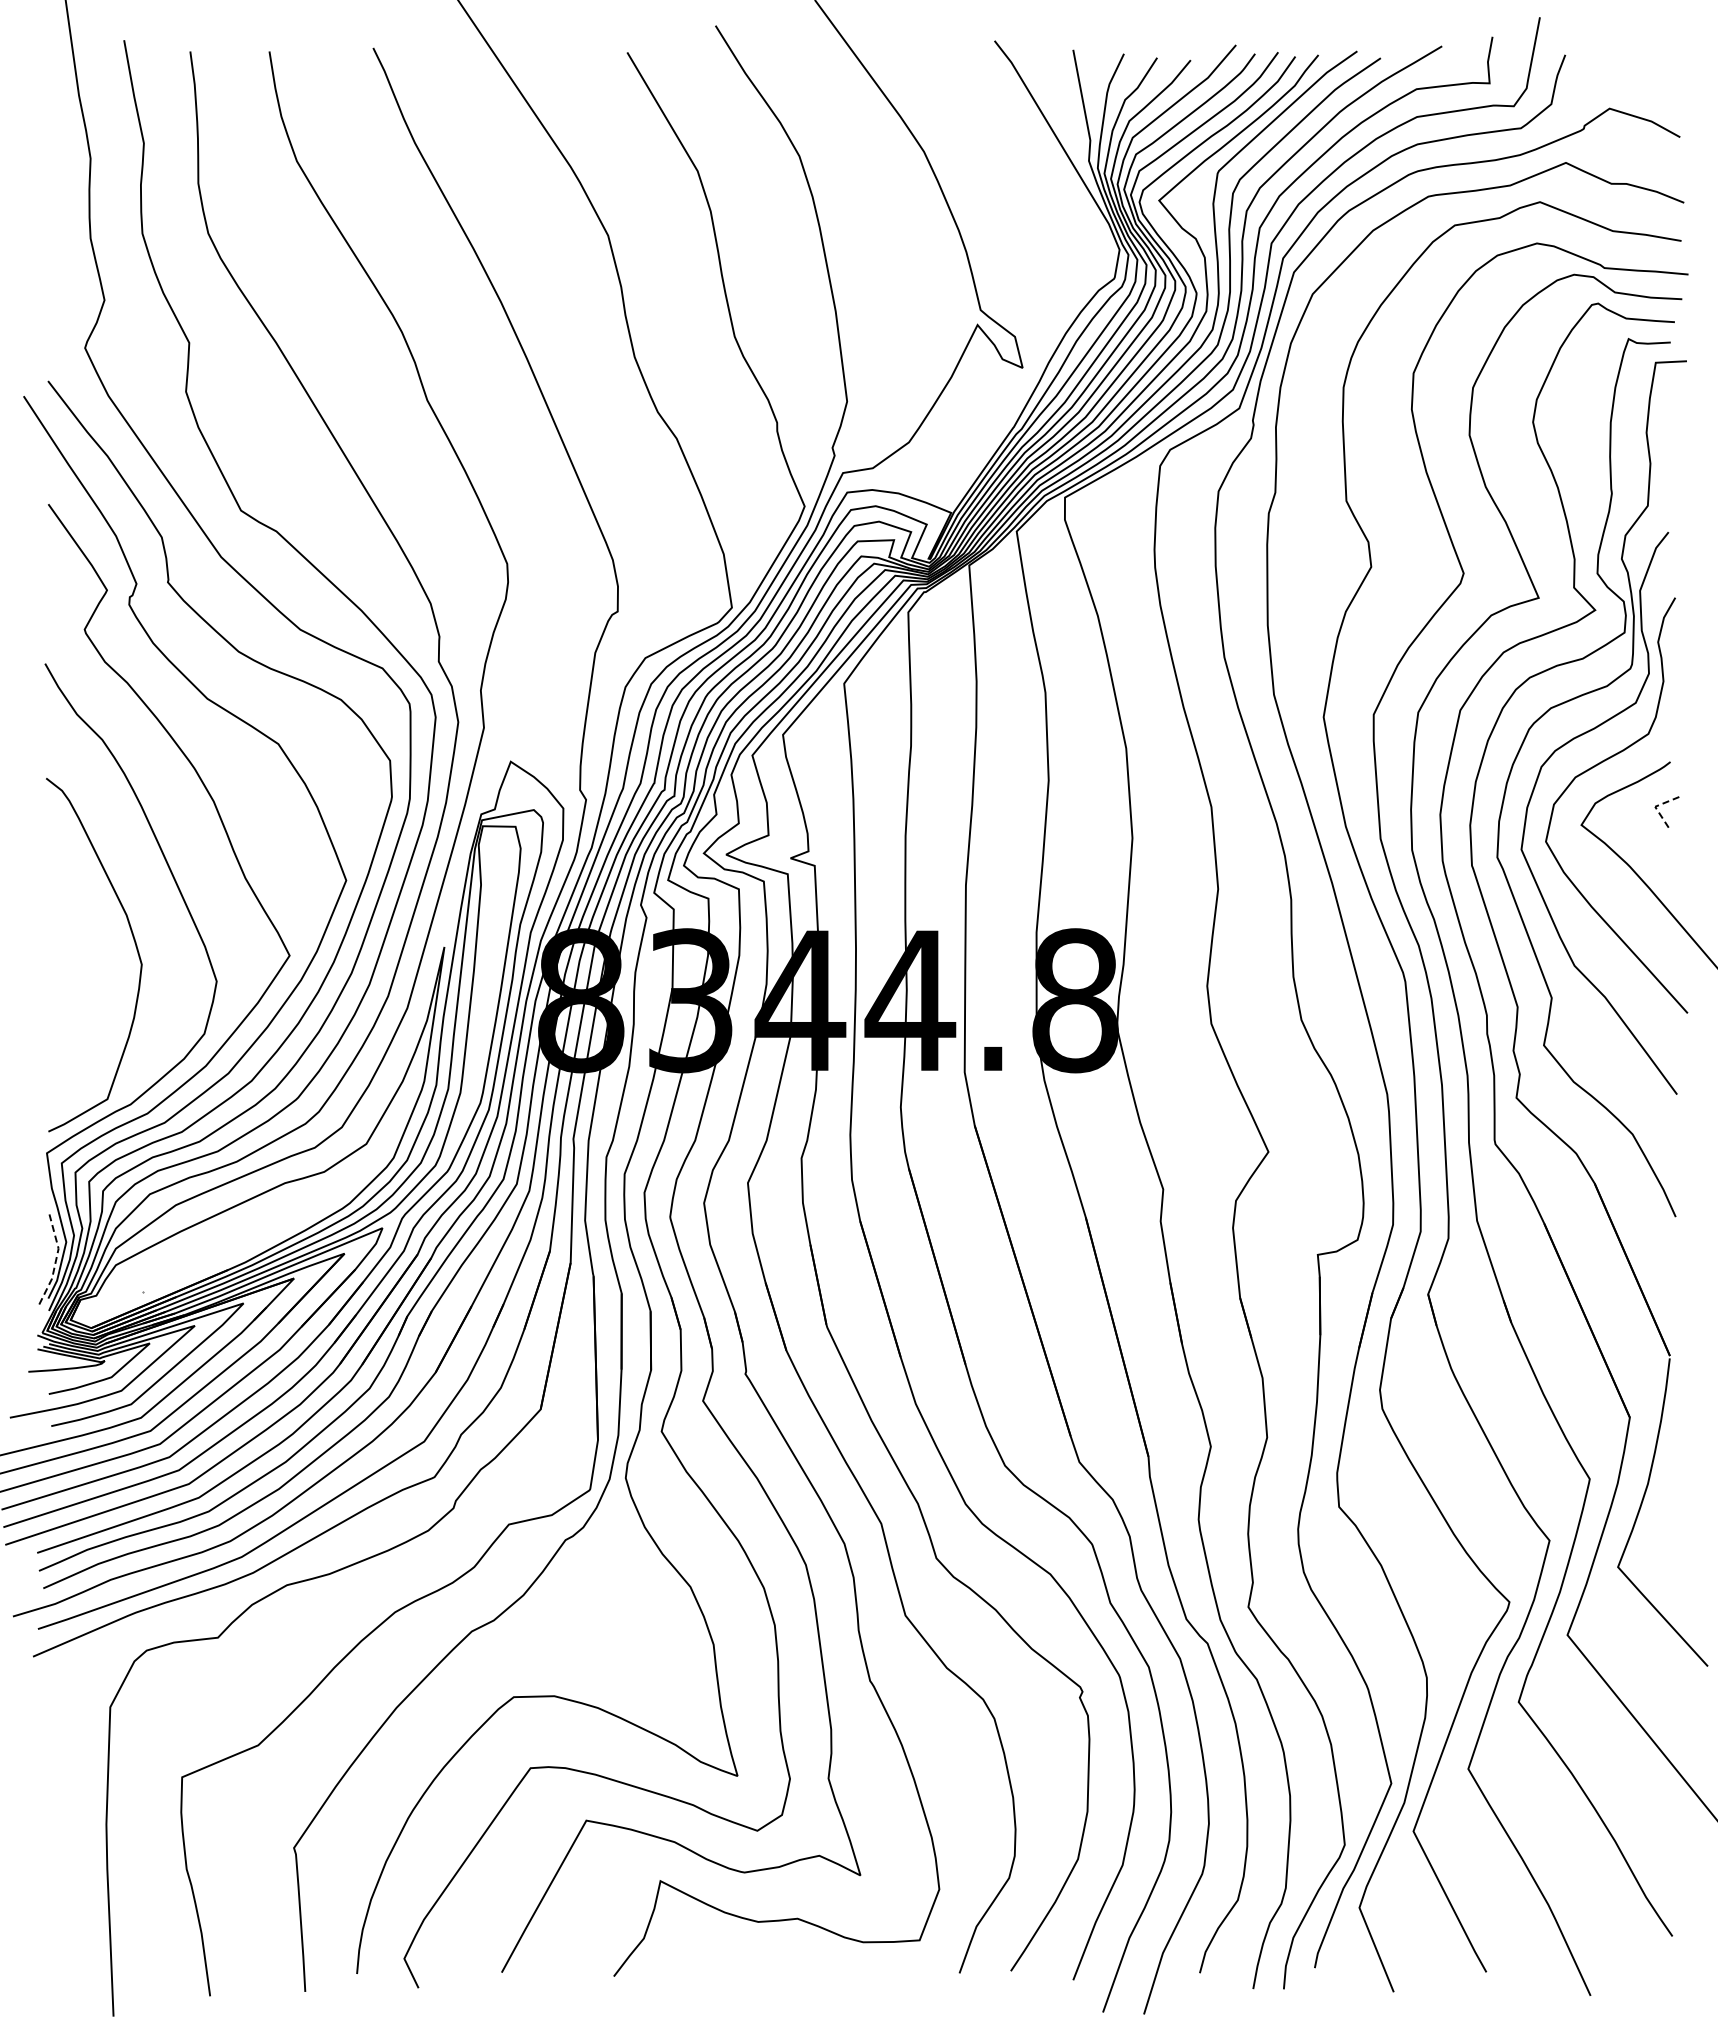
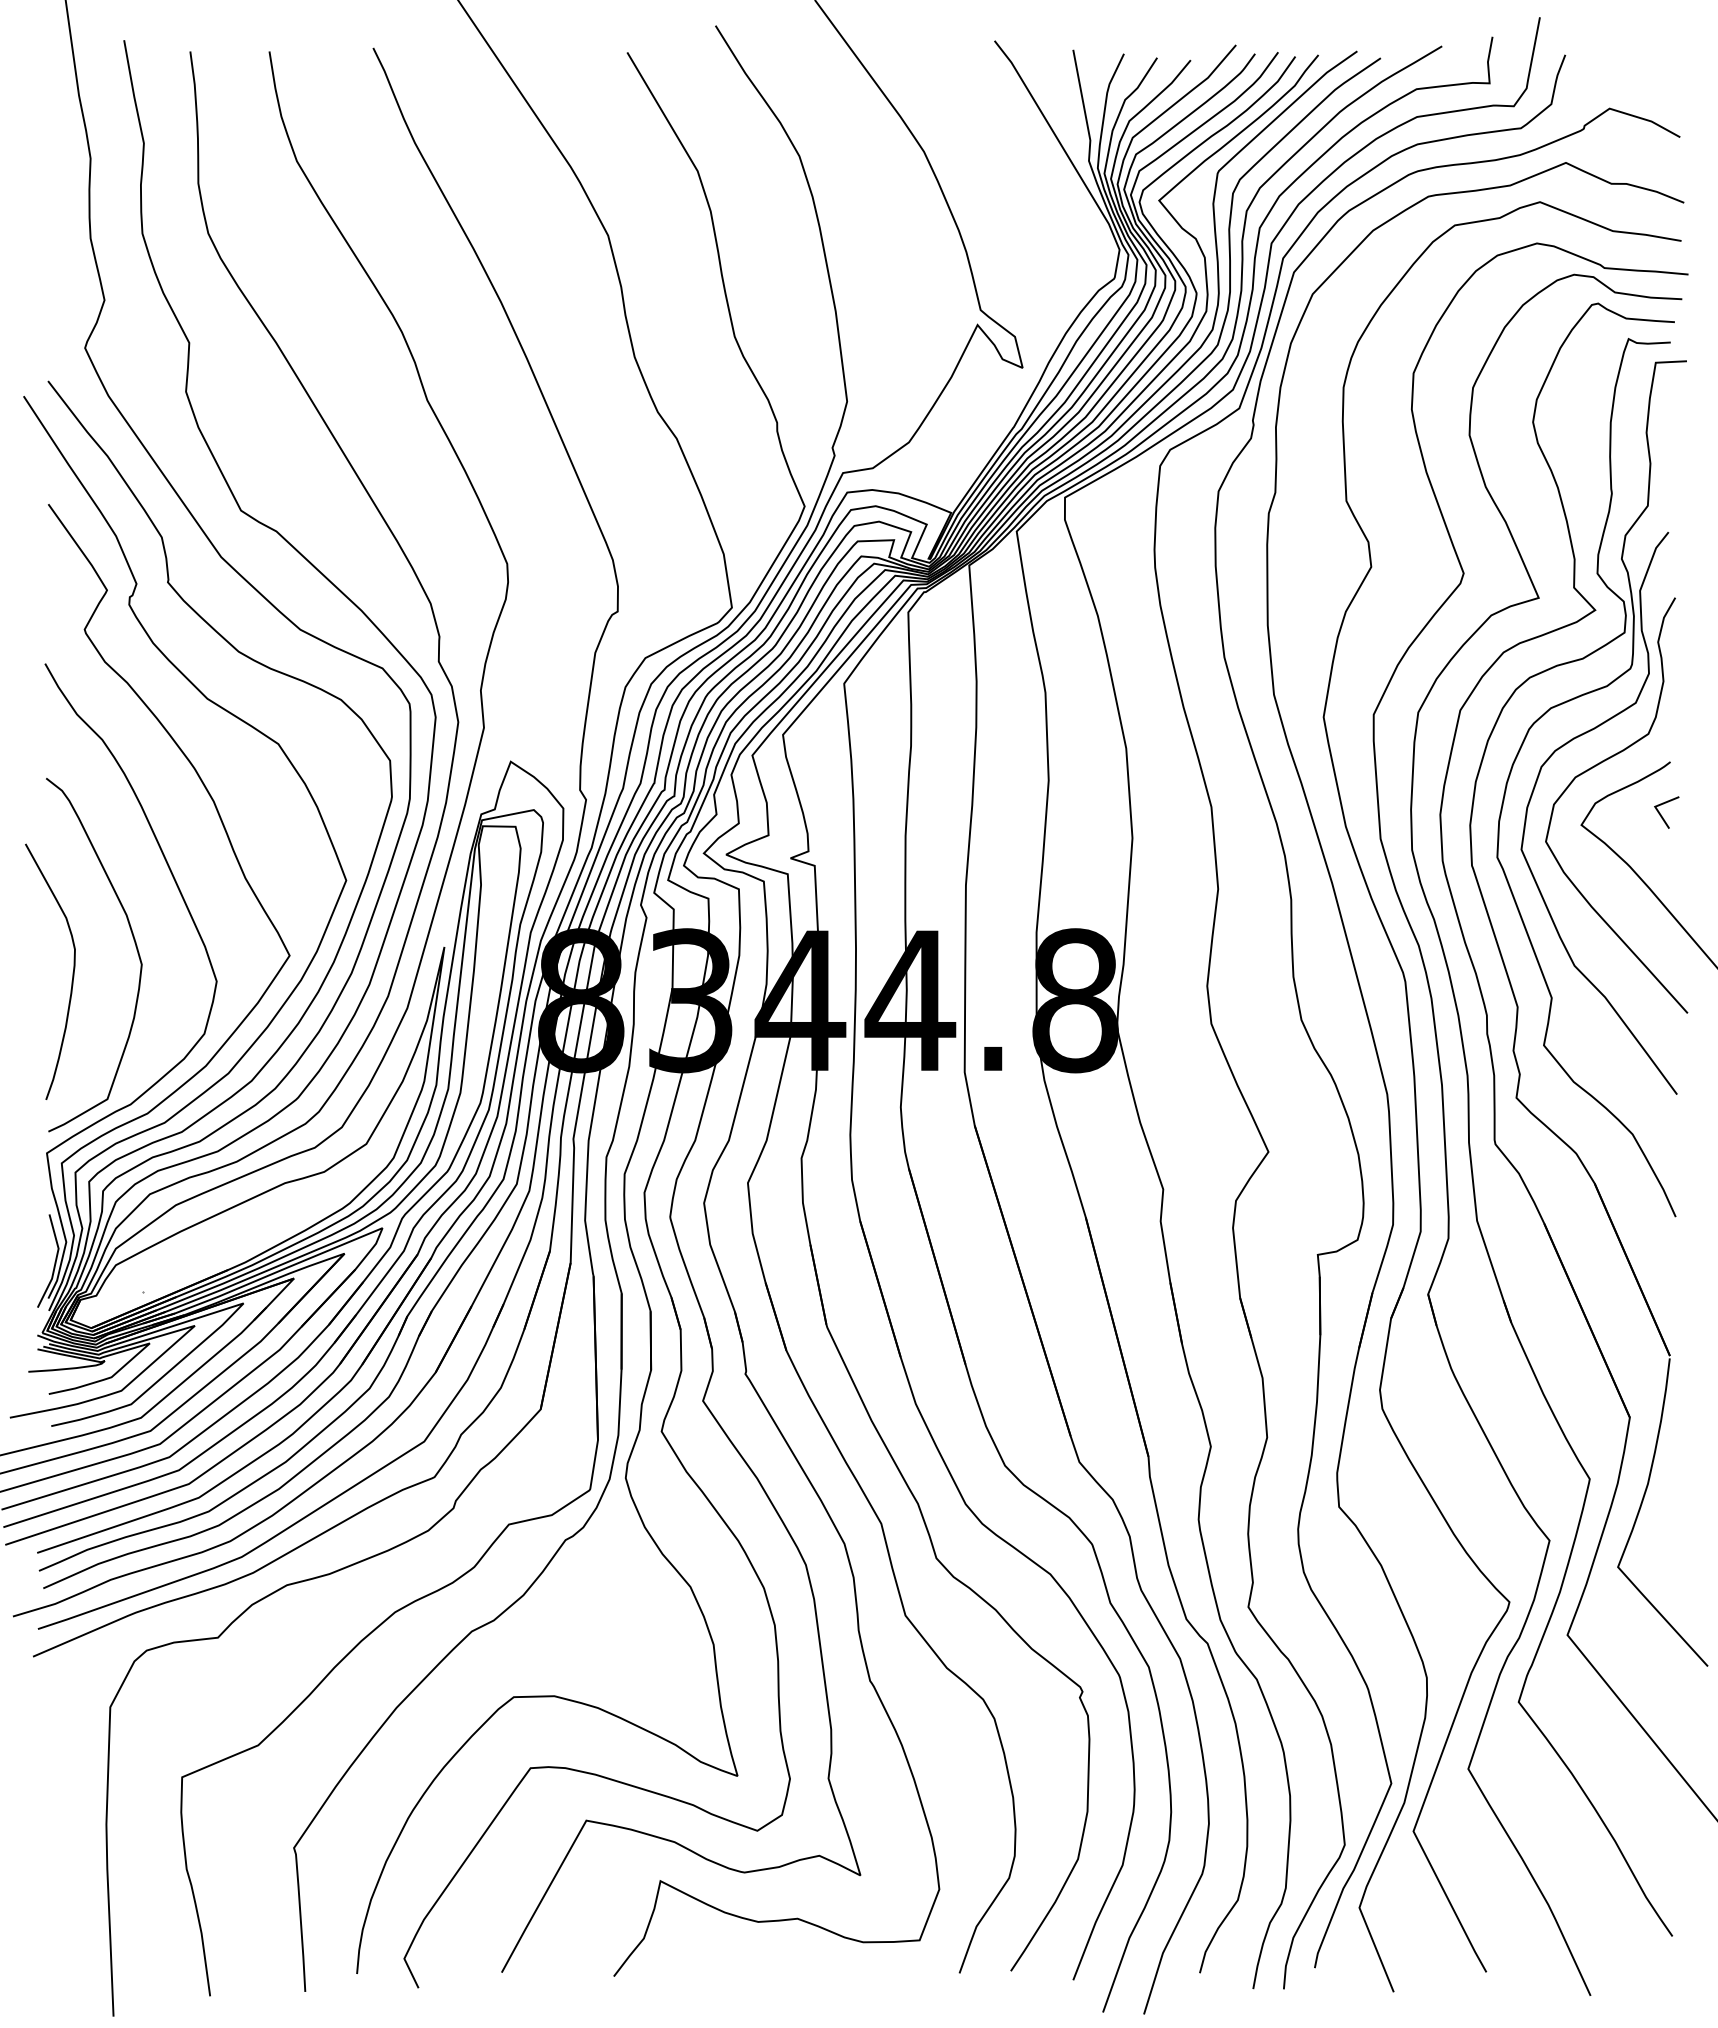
line at (1655, 806): dashed -> solid
curve at (72, 972): none -> present
line at (55, 1262): dashed -> solid
